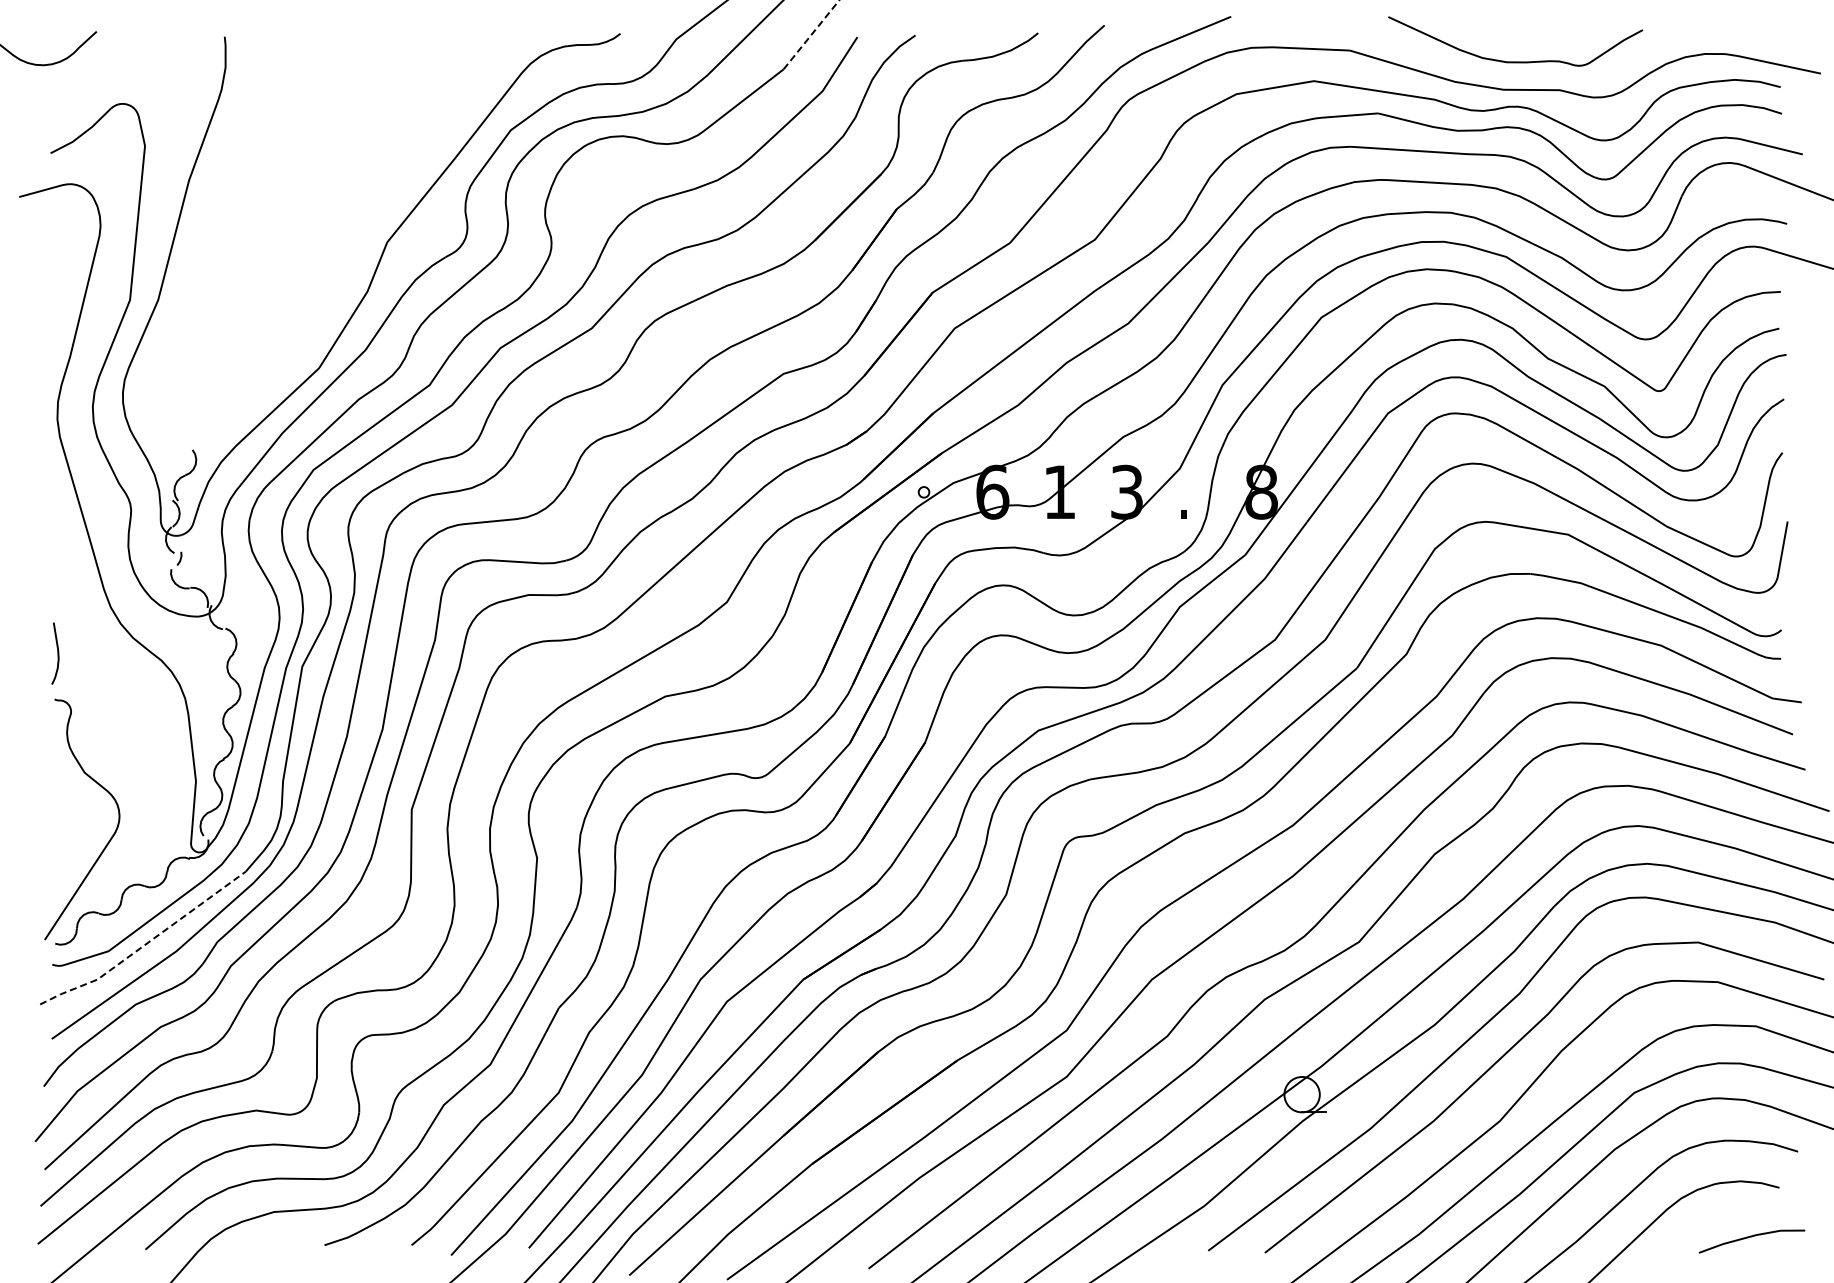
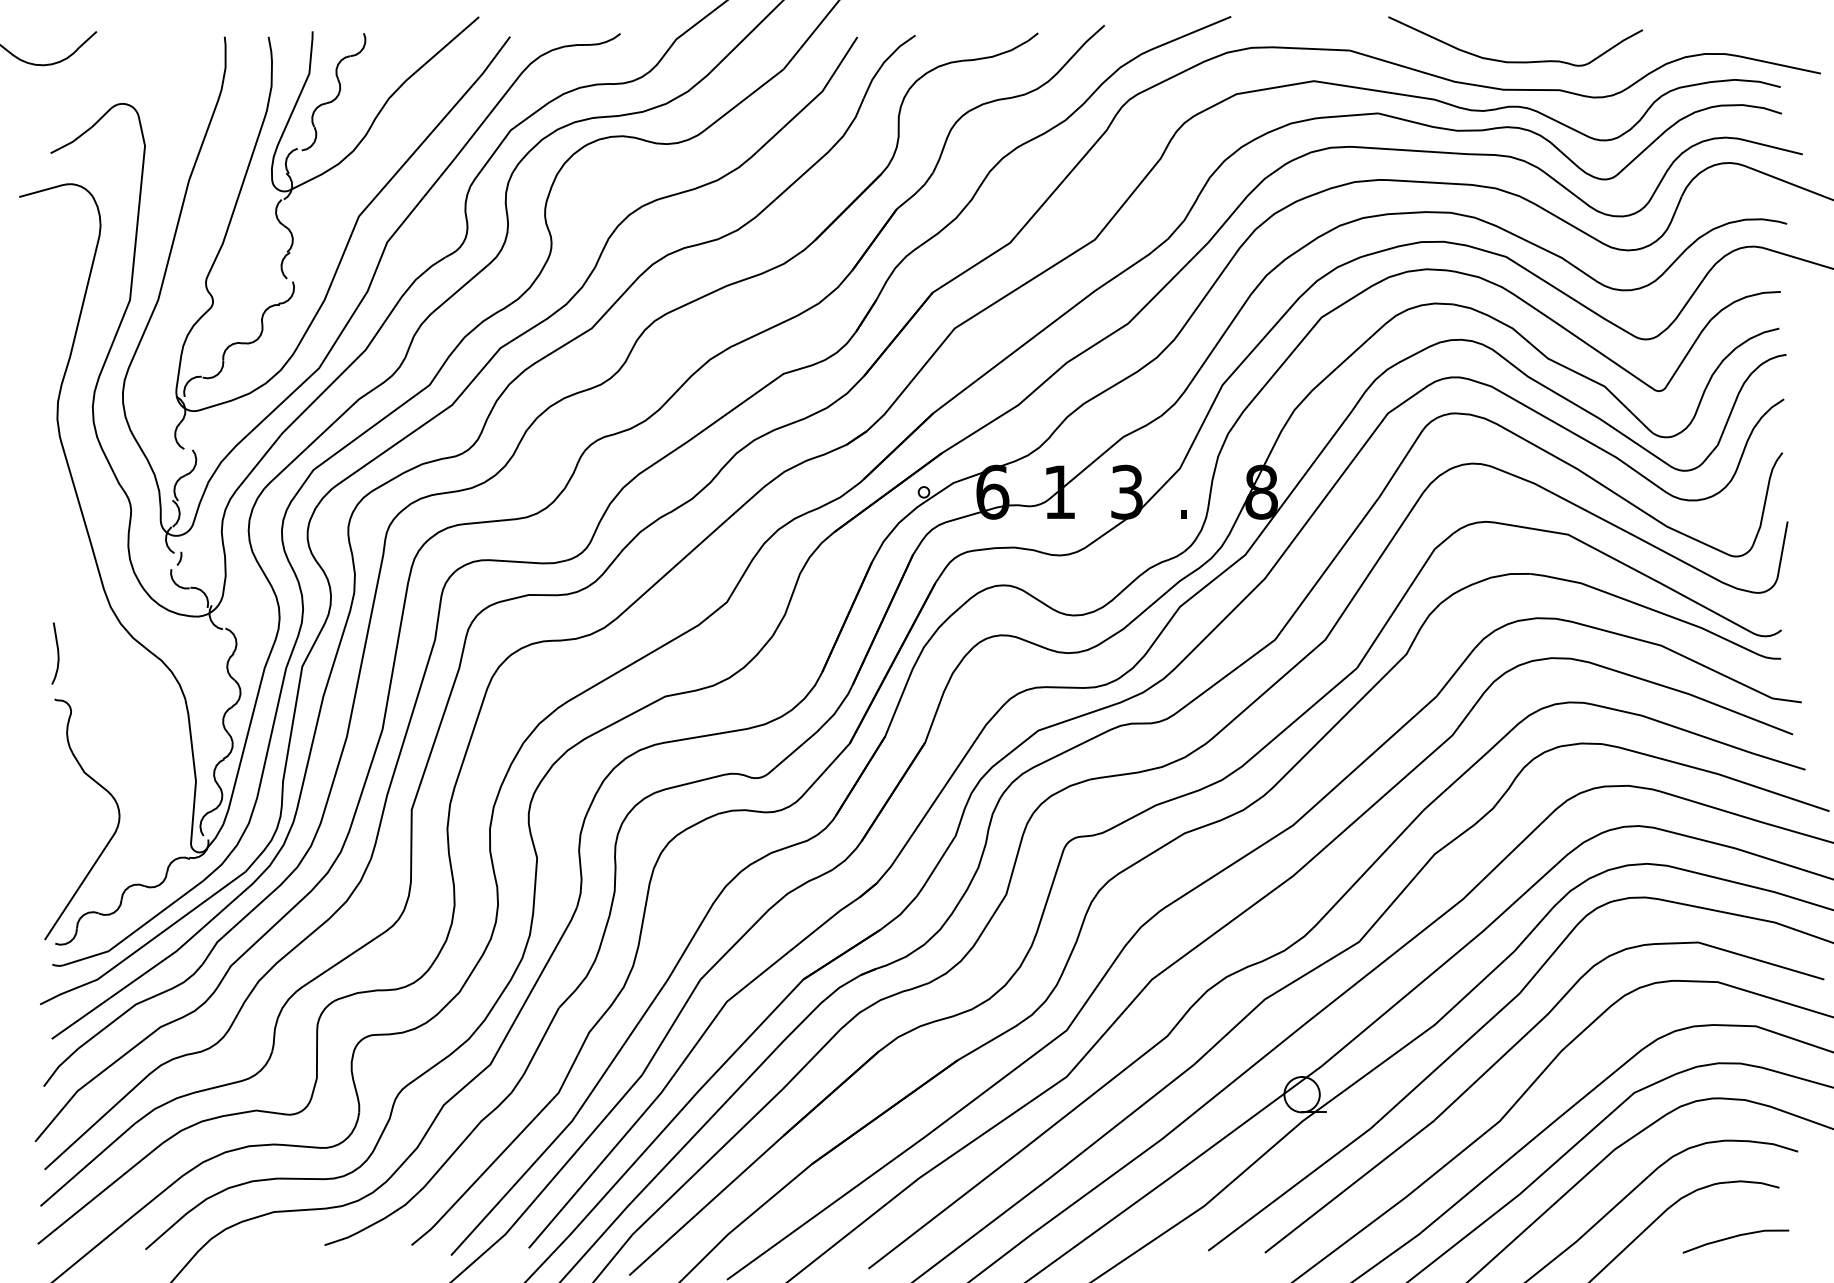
line at (811, 34): dashed -> solid
part at (349, 236): none -> present
line at (145, 944): dashed -> solid
line at (1751, 1237) position: (1751, 1237) -> (1735, 1237)
